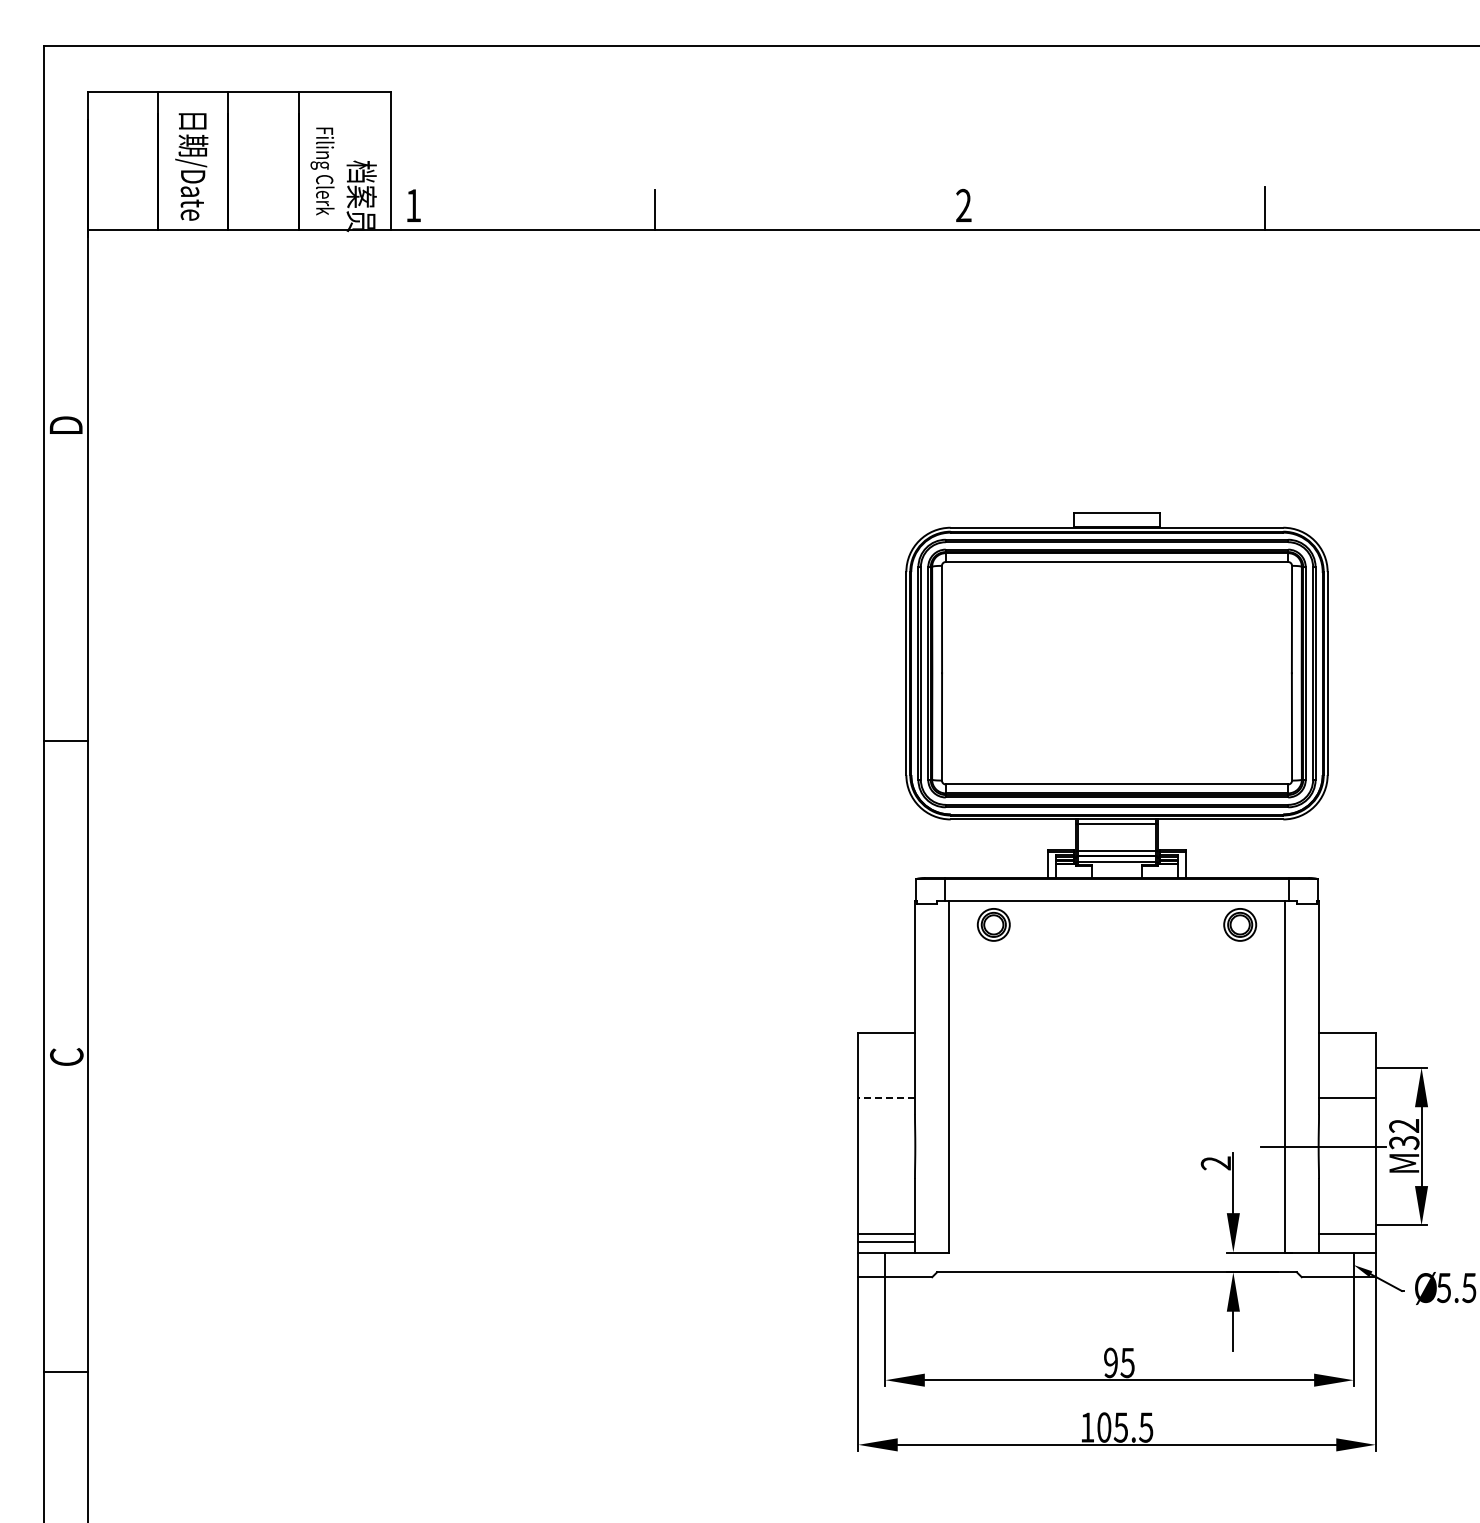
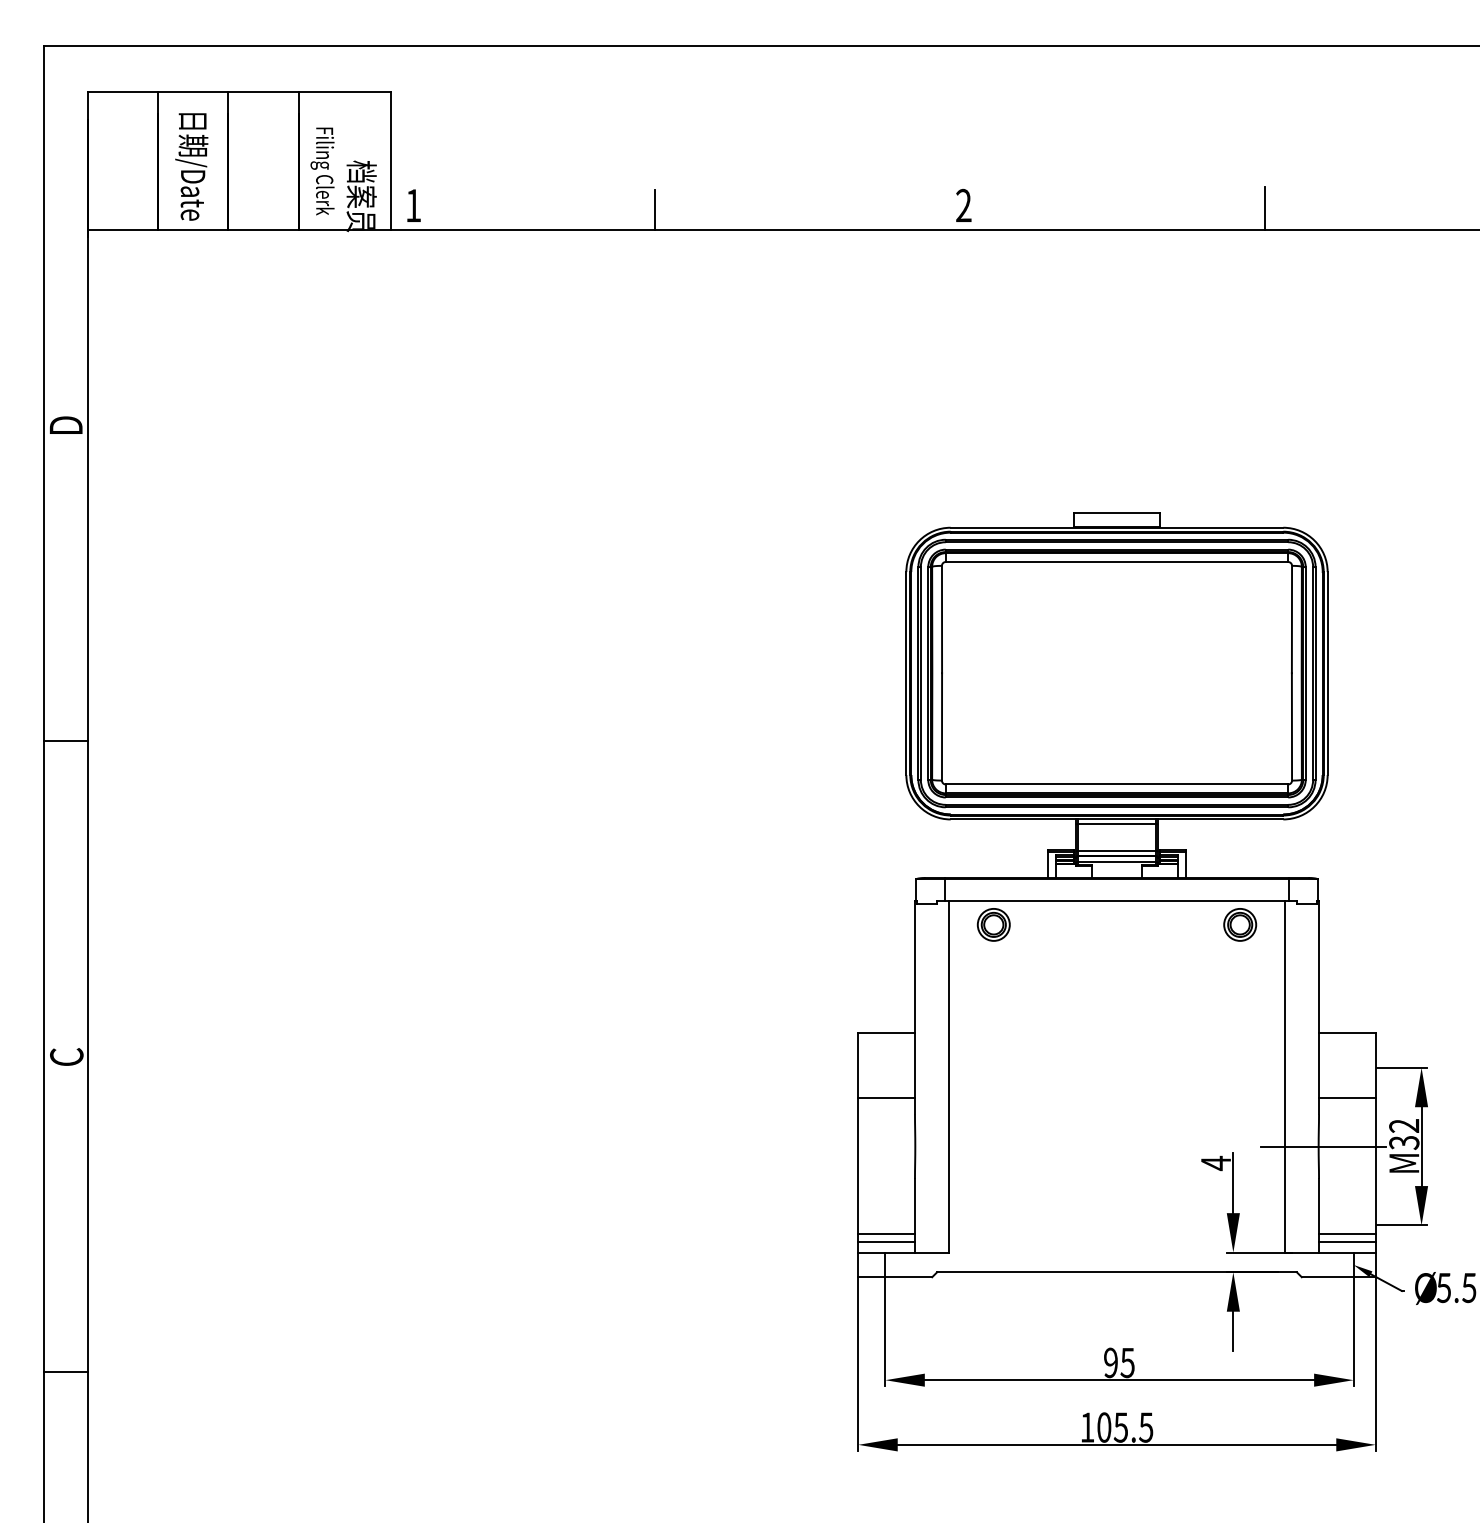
line at (886, 1097): dashed -> solid
text at (1215, 1163): 2 -> 4
line at (1347, 1241): none -> present
